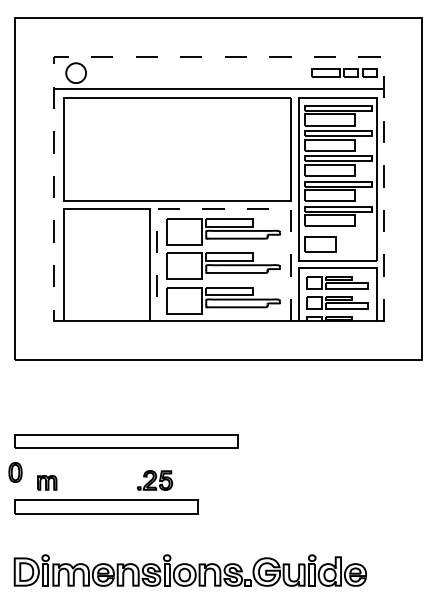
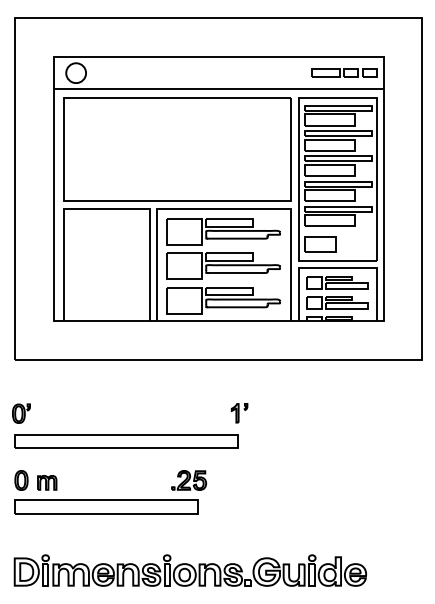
line at (218, 57): dashed -> solid
line at (223, 208): dashed -> solid
part at (21, 413): none -> present
part at (239, 413): none -> present
part at (15, 472) position: (15, 472) -> (21, 480)
part at (155, 480) position: (155, 480) -> (189, 480)
